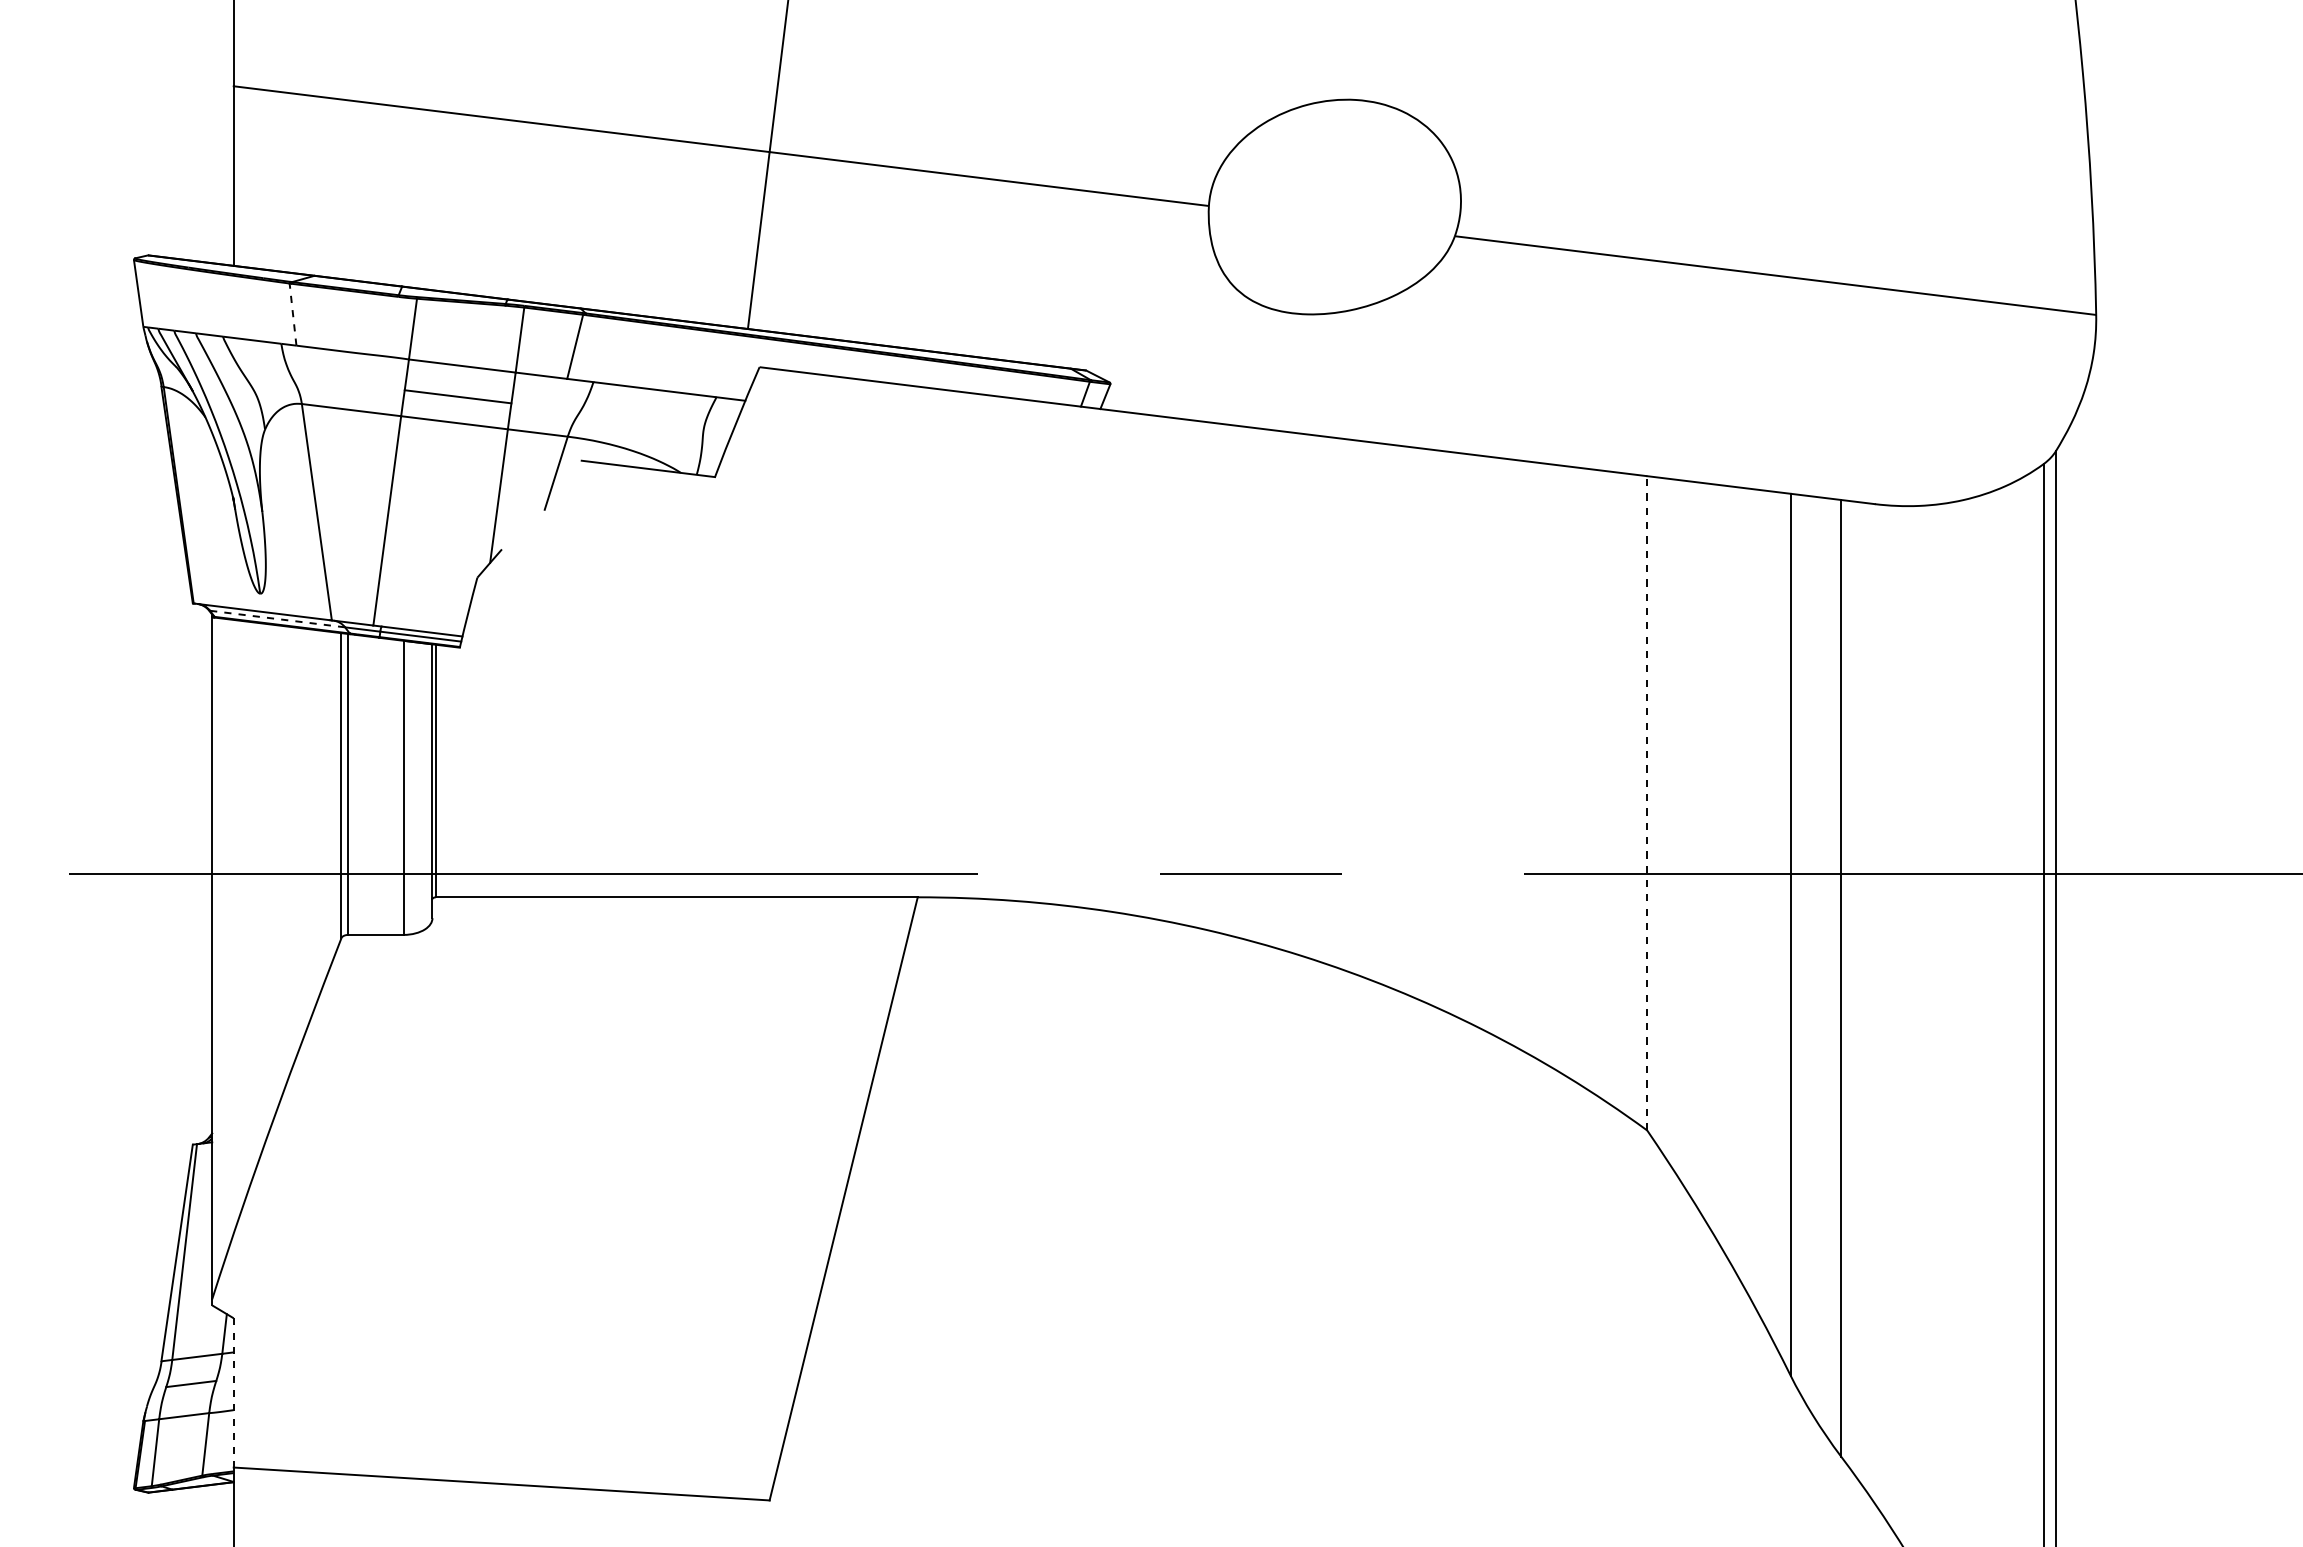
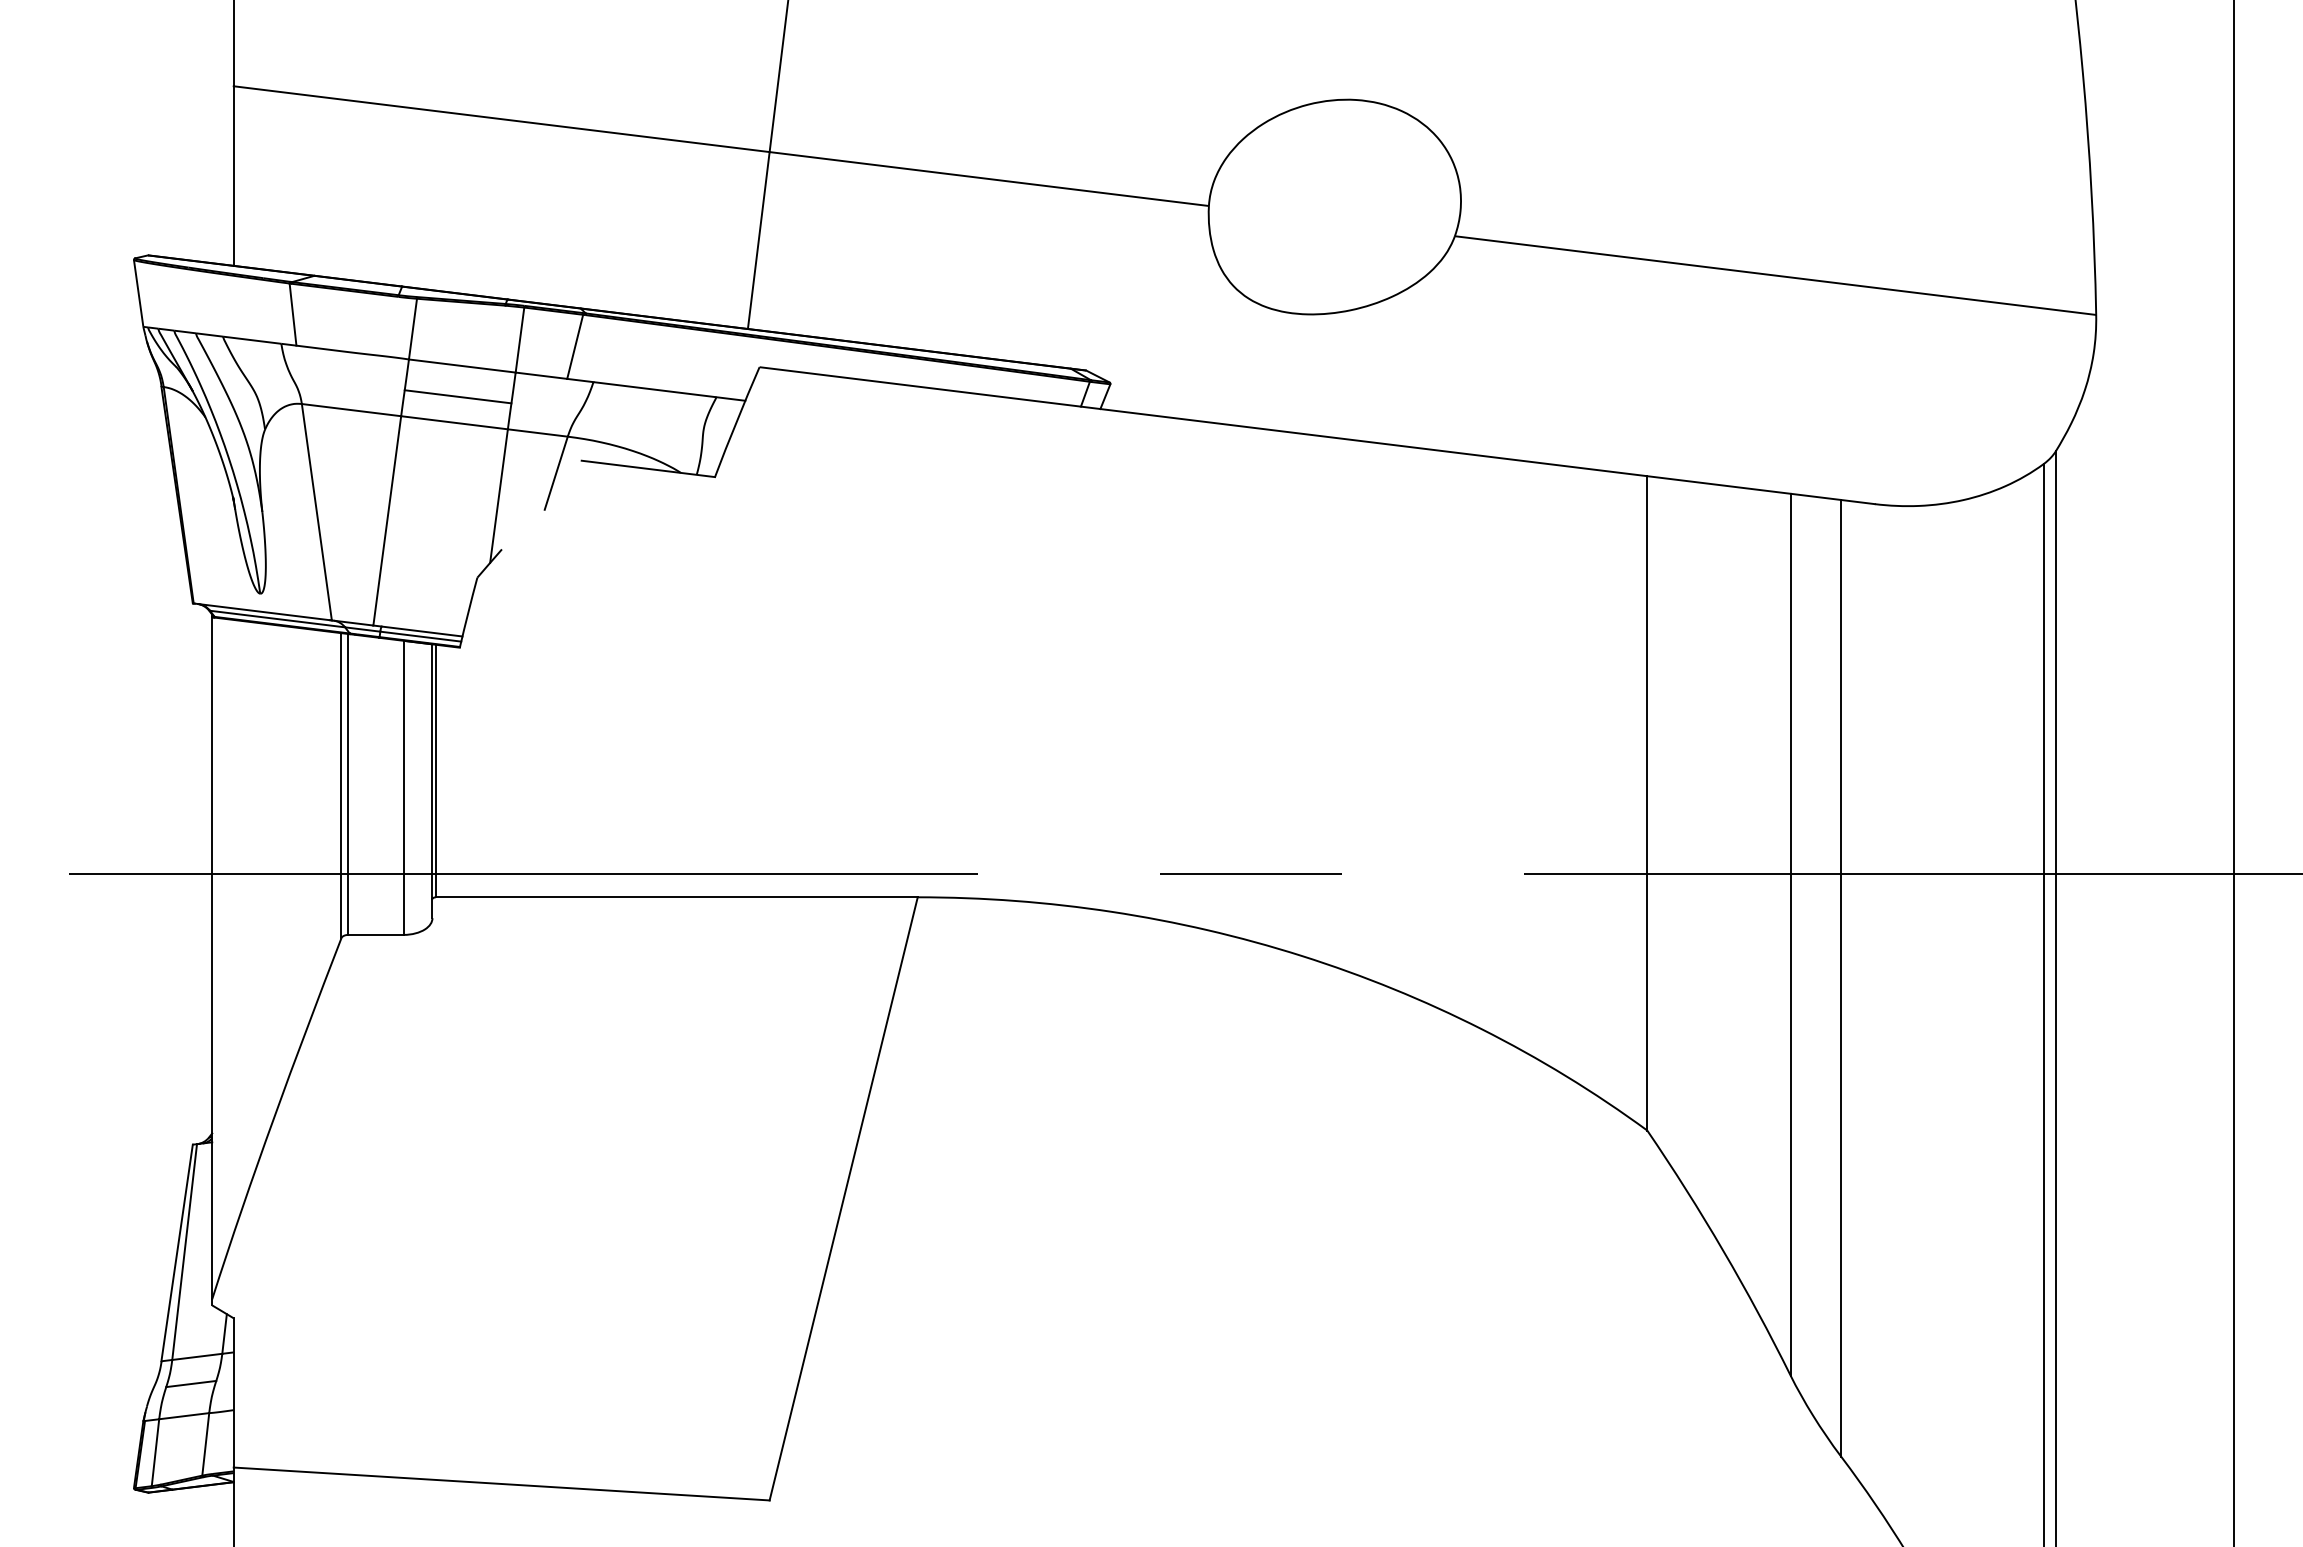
line at (292, 314): dashed -> solid
line at (277, 619): dashed -> solid
line at (2233, 772): none -> present
line at (1647, 802): dashed -> solid
line at (233, 1392): dashed -> solid
